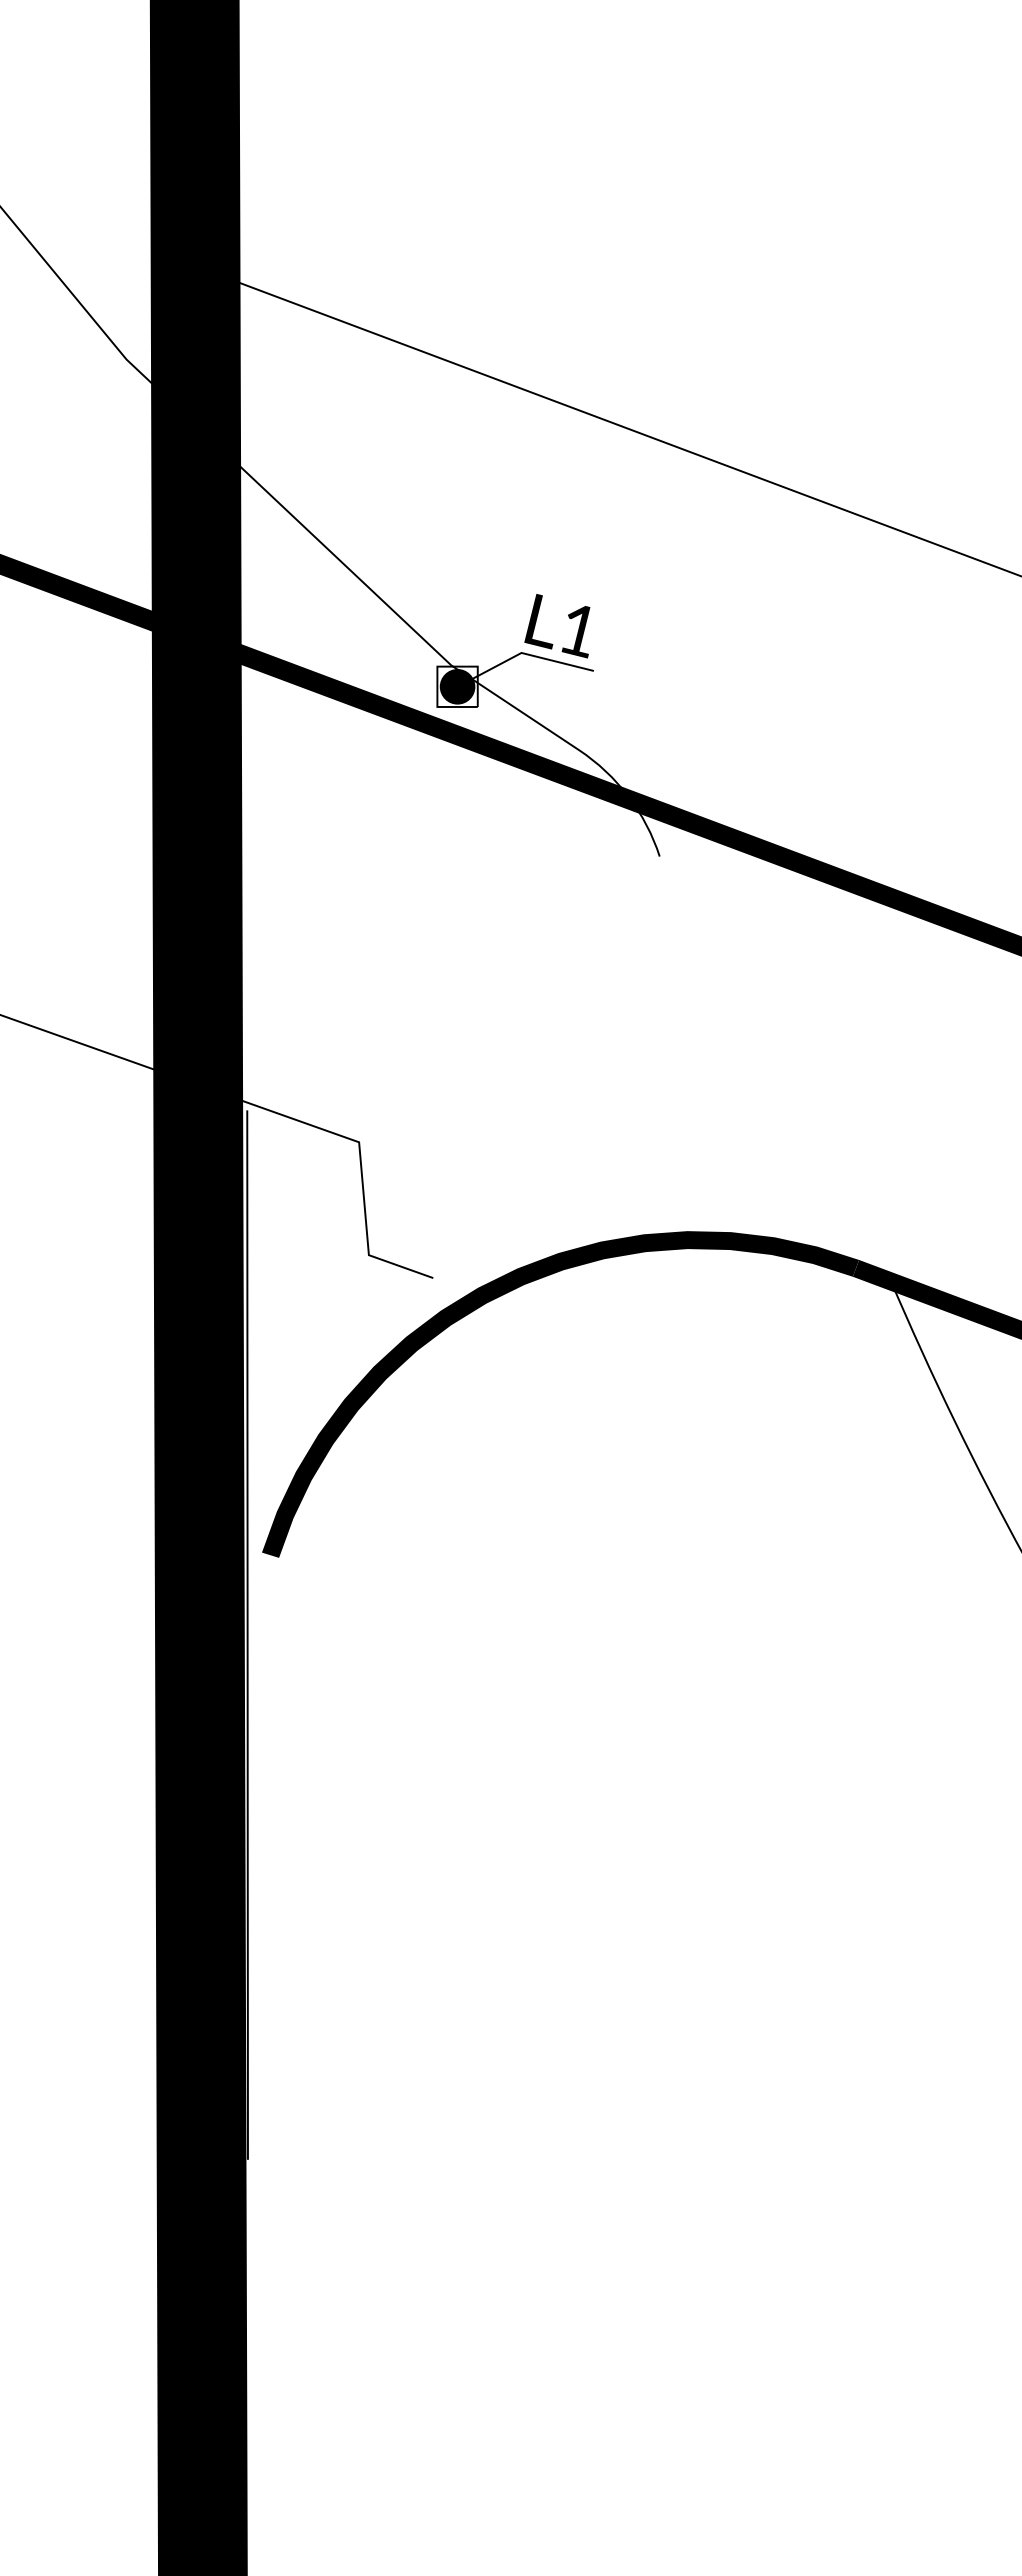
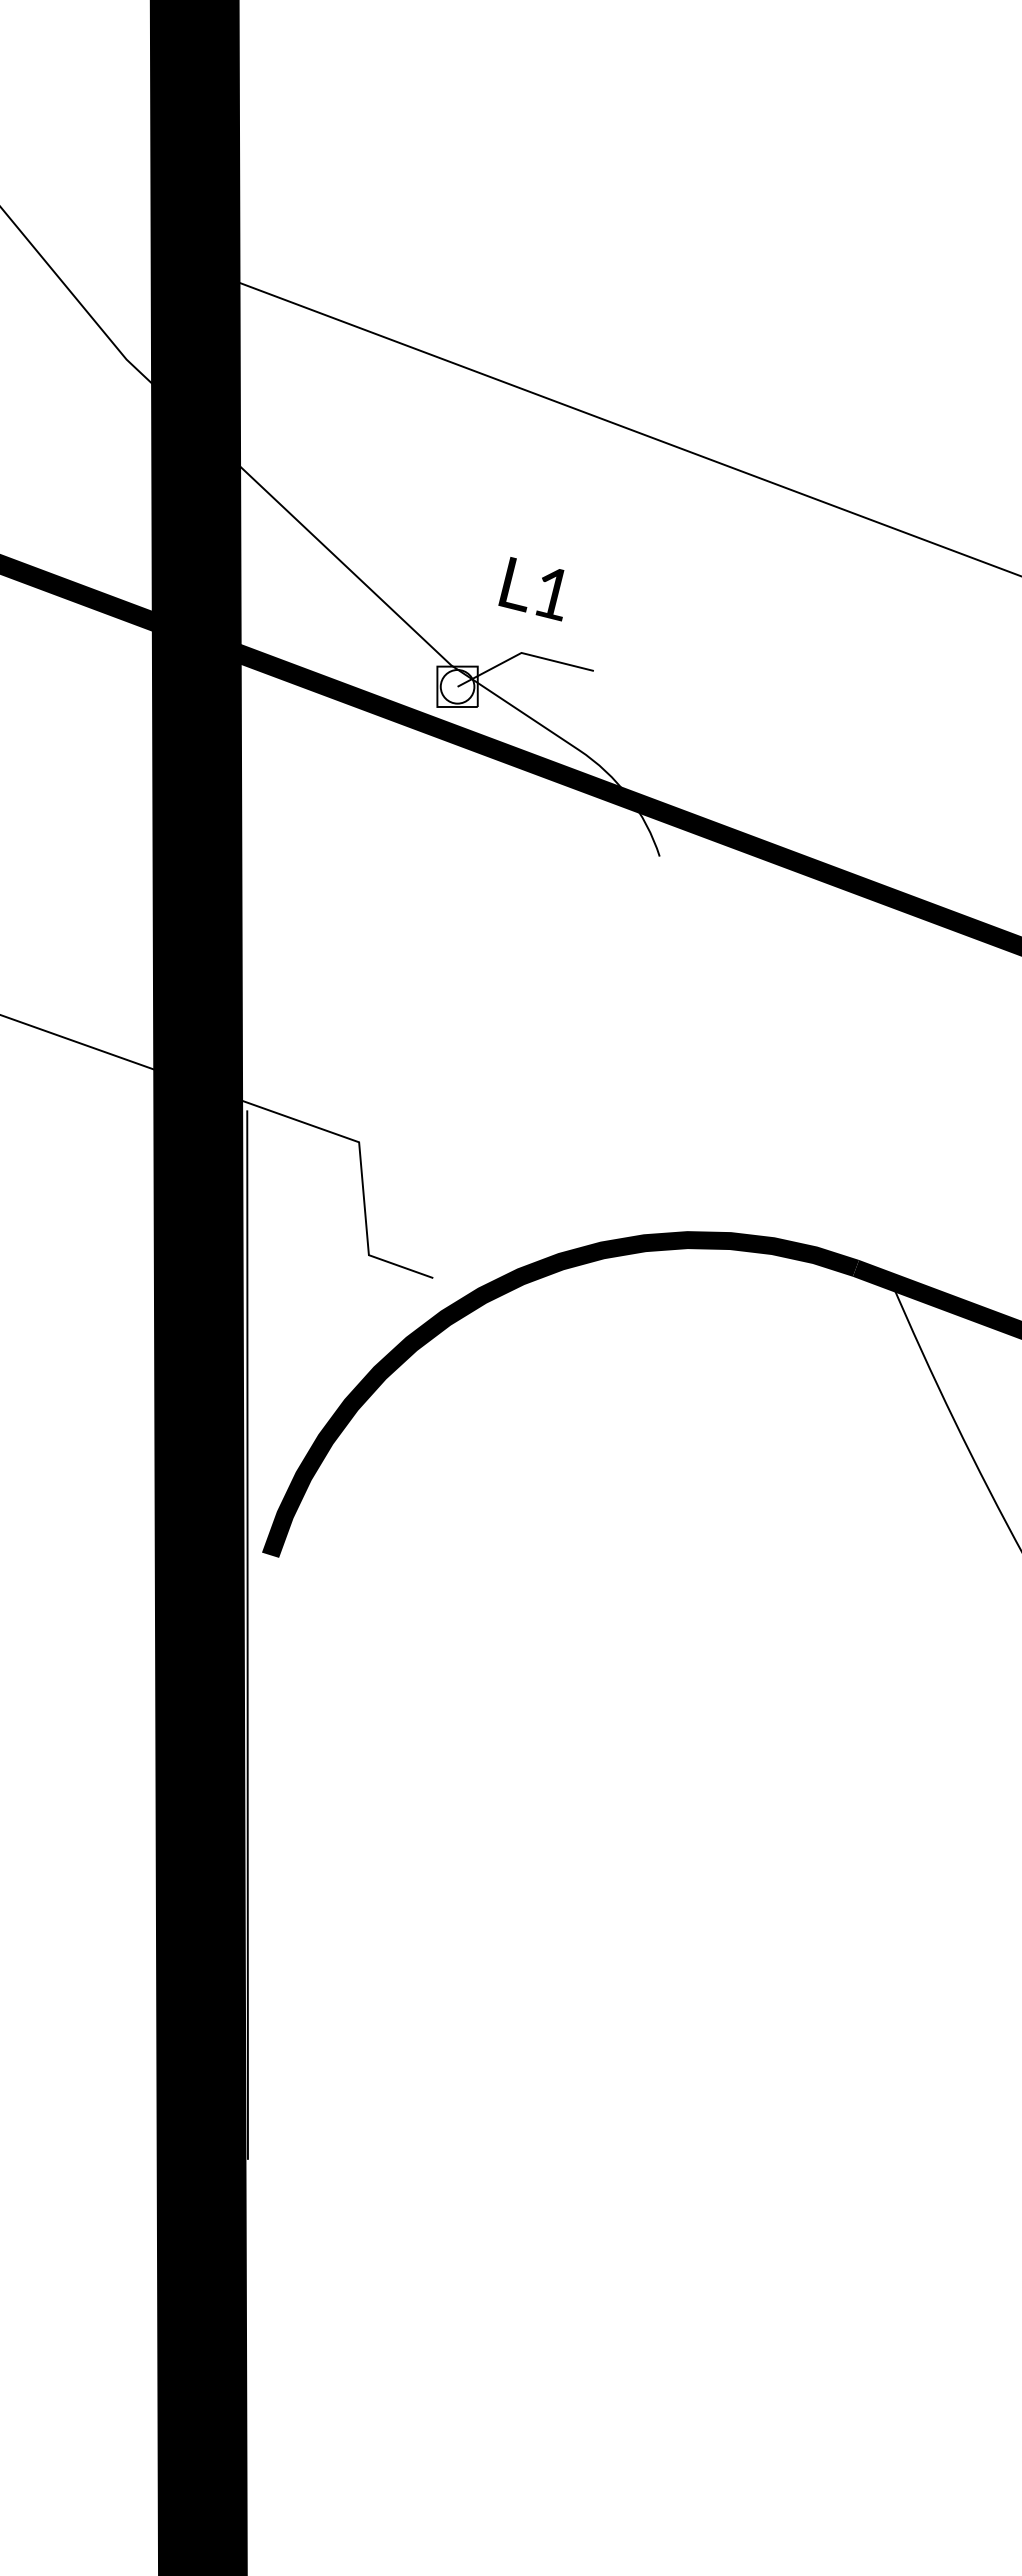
text at (557, 626) position: (557, 626) -> (531, 589)
fill at (457, 686): present -> none
